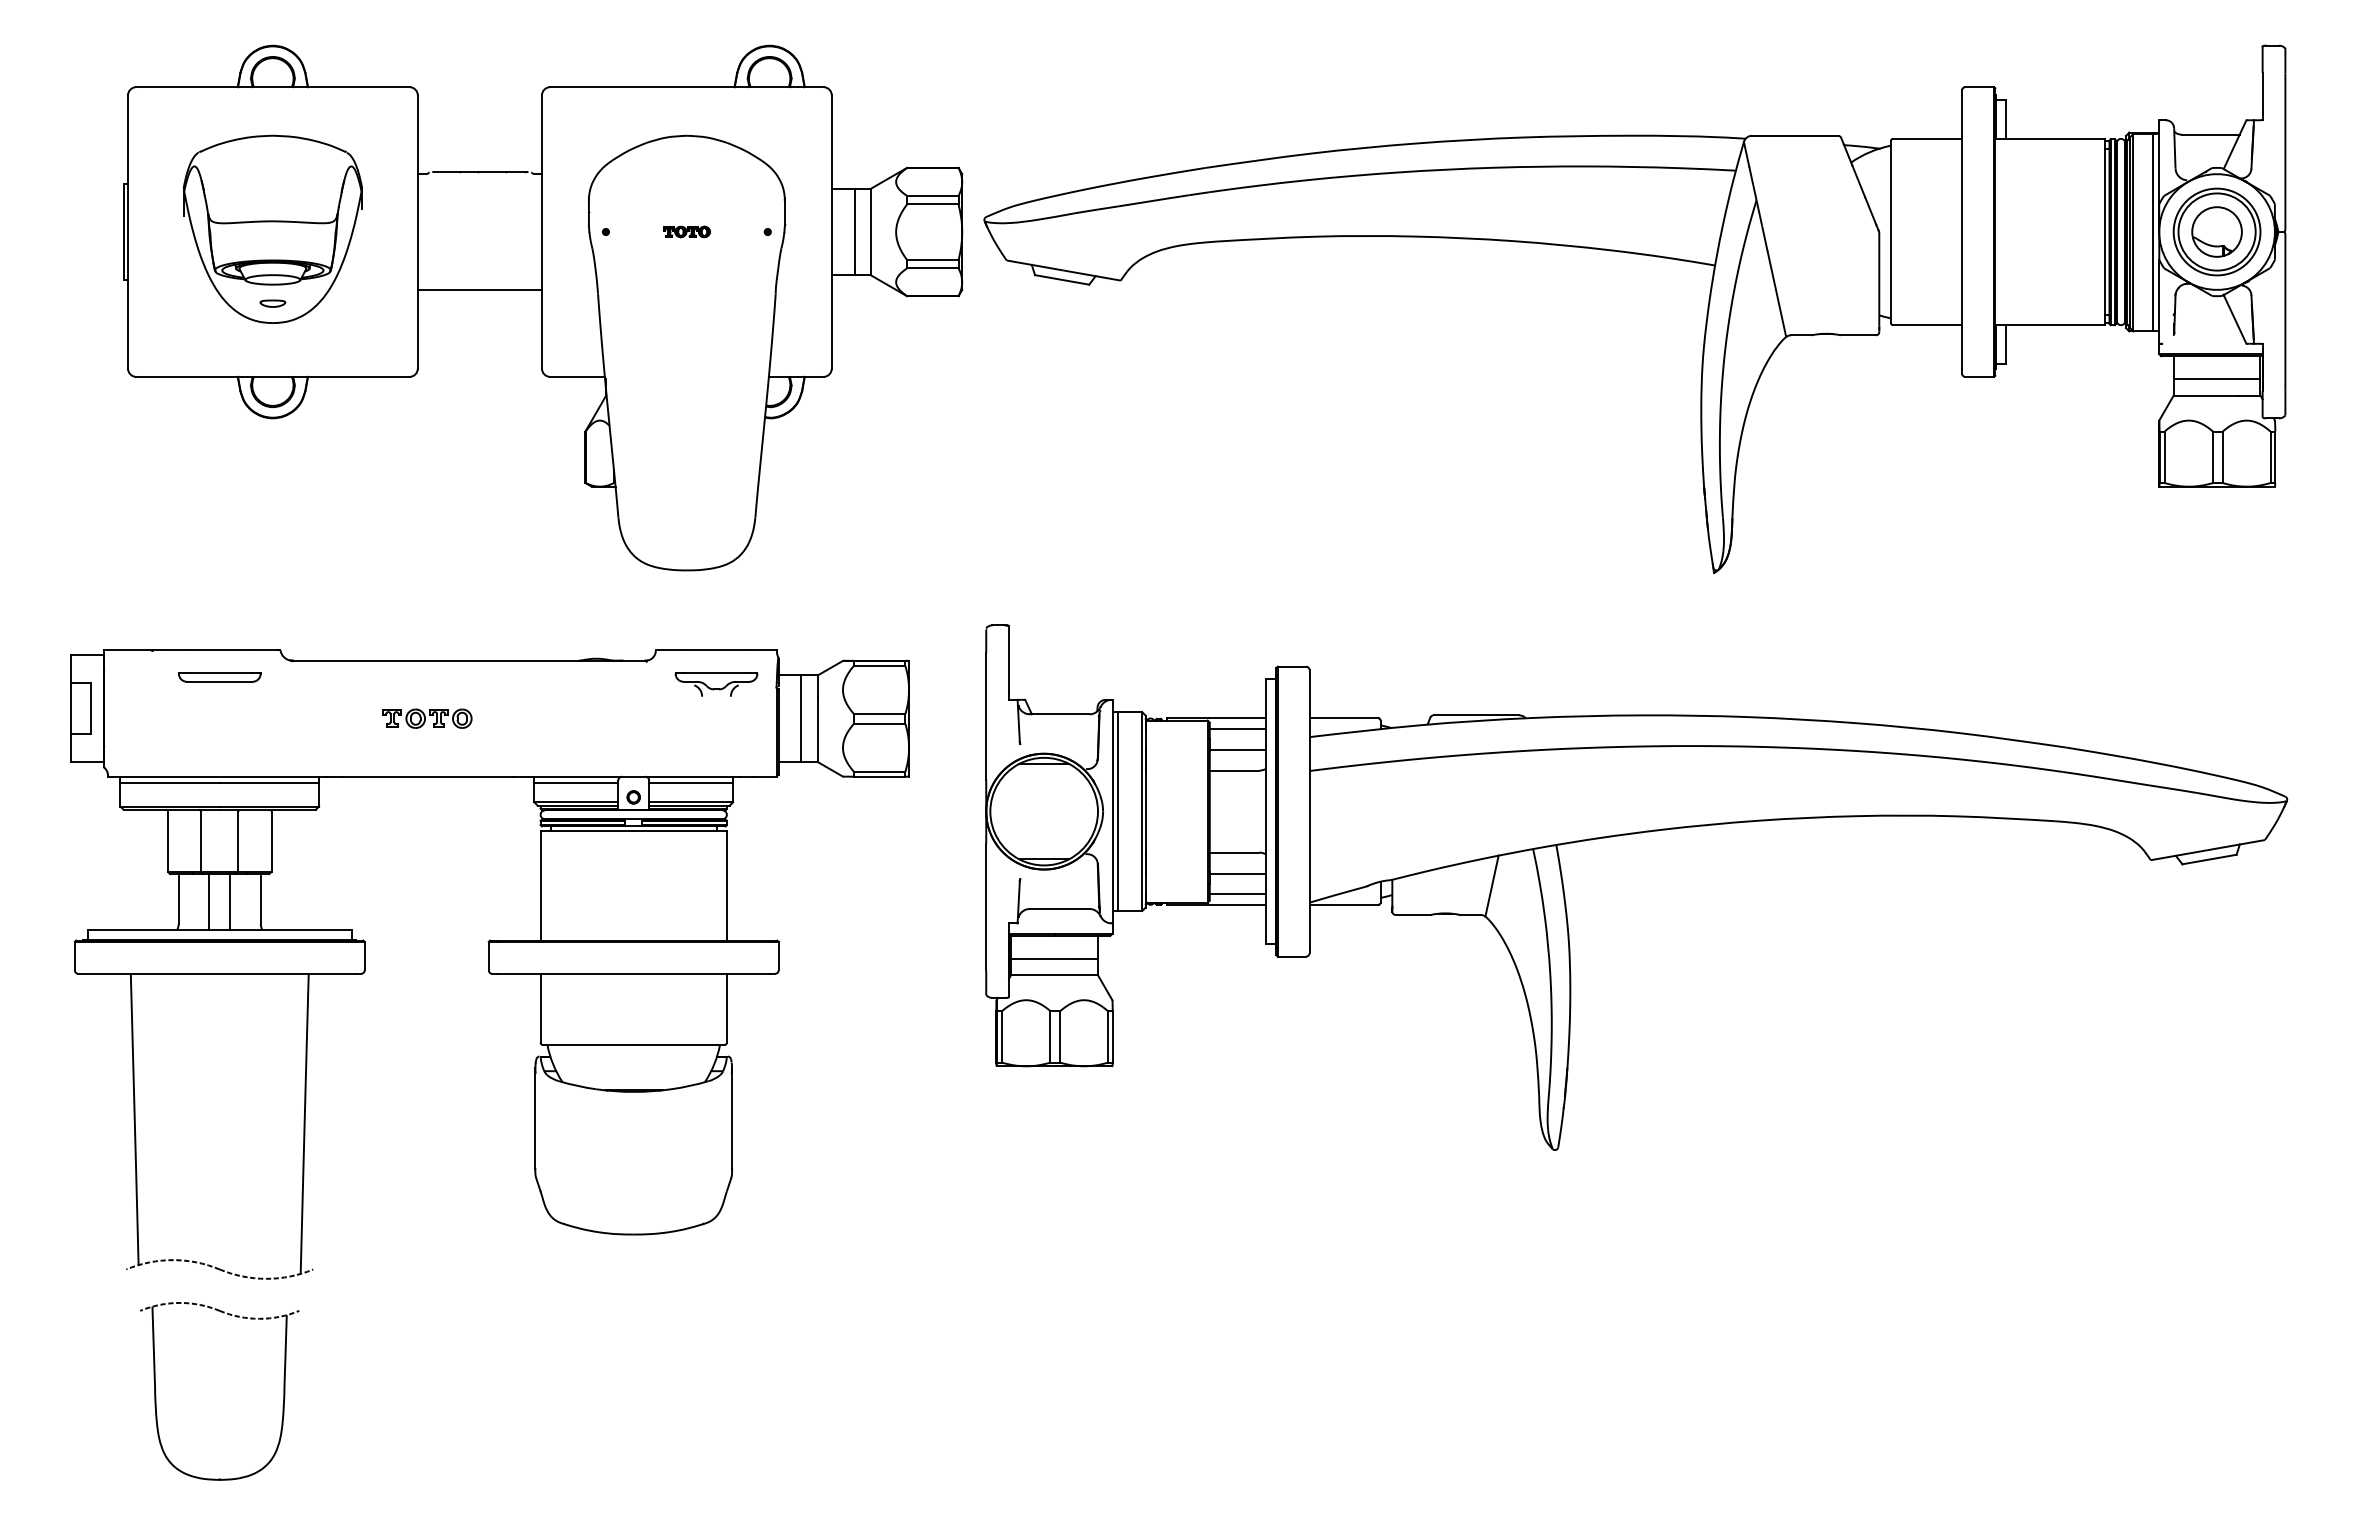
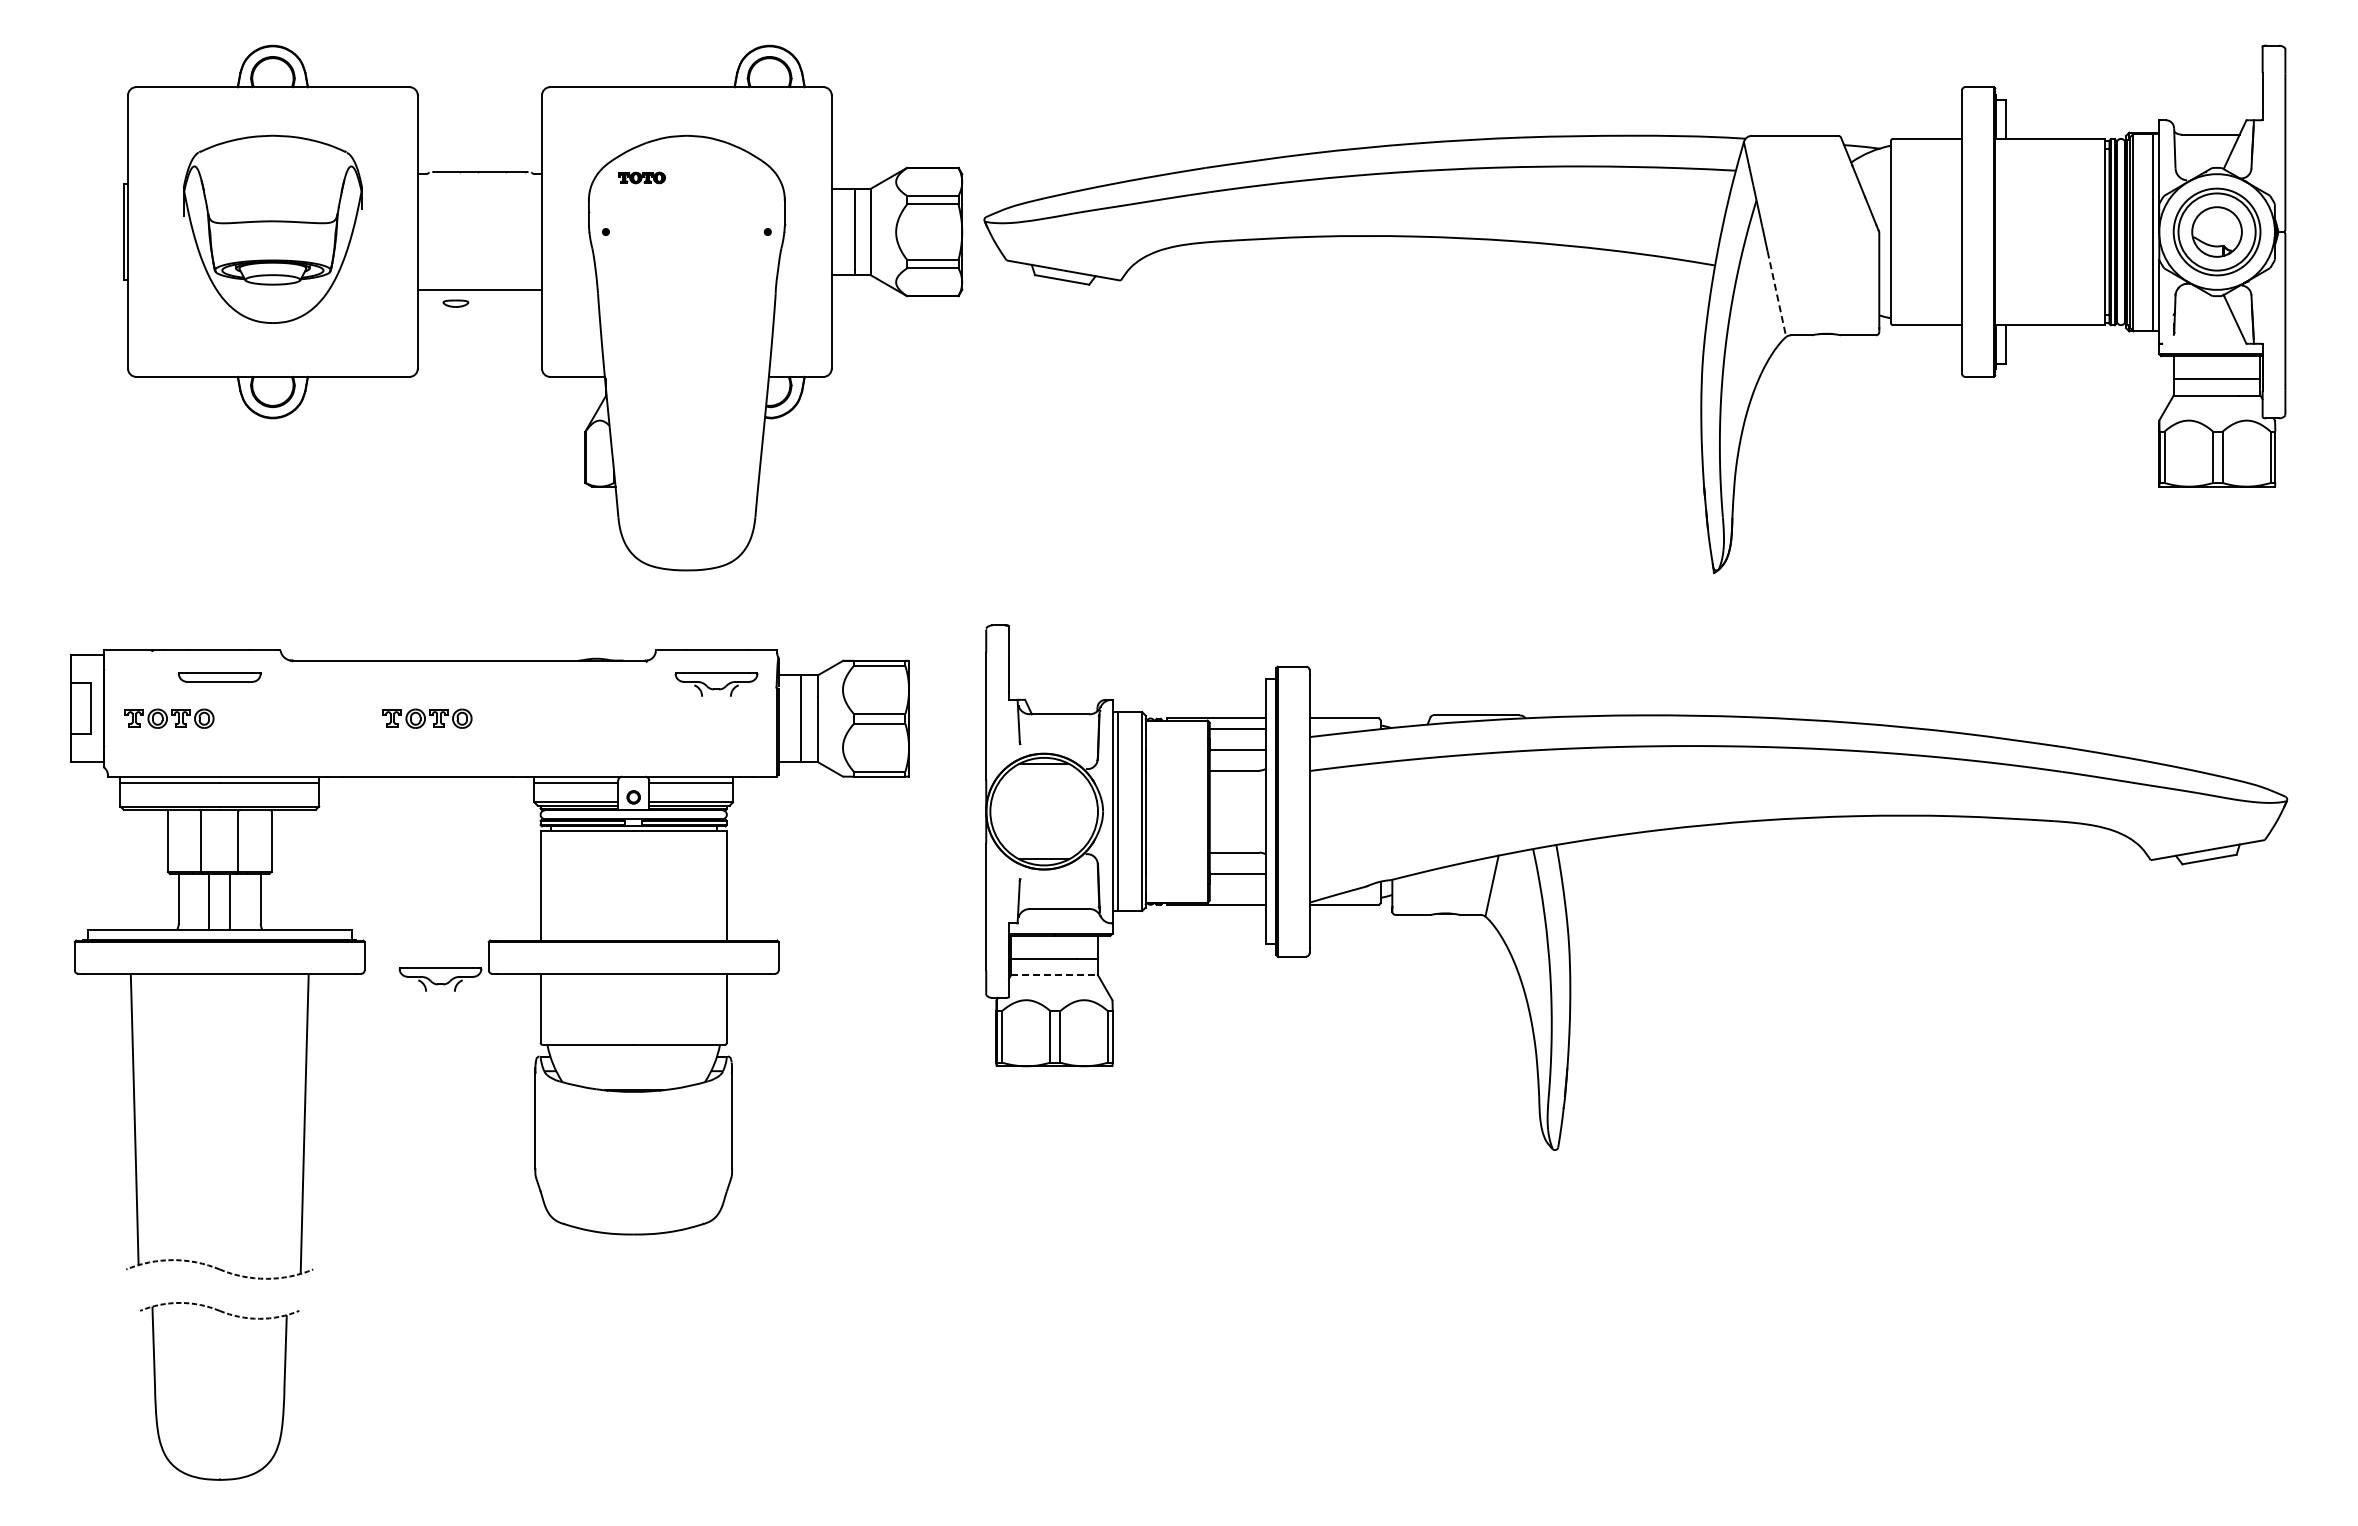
part at (686, 231) position: (686, 231) -> (641, 177)
line at (1776, 294): solid -> dashed
part at (272, 303) position: (272, 303) -> (455, 303)
part at (169, 718): none -> present
line at (1237, 894): present -> none
line at (1055, 975): solid -> dashed
part at (440, 979): none -> present
